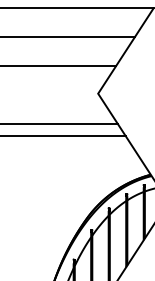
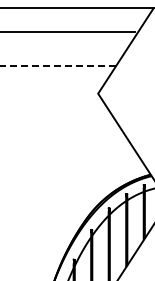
line at (68, 36) position: (68, 36) -> (68, 31)
line at (58, 65): solid -> dashed
line at (60, 124): present -> none
line at (63, 136): present -> none
